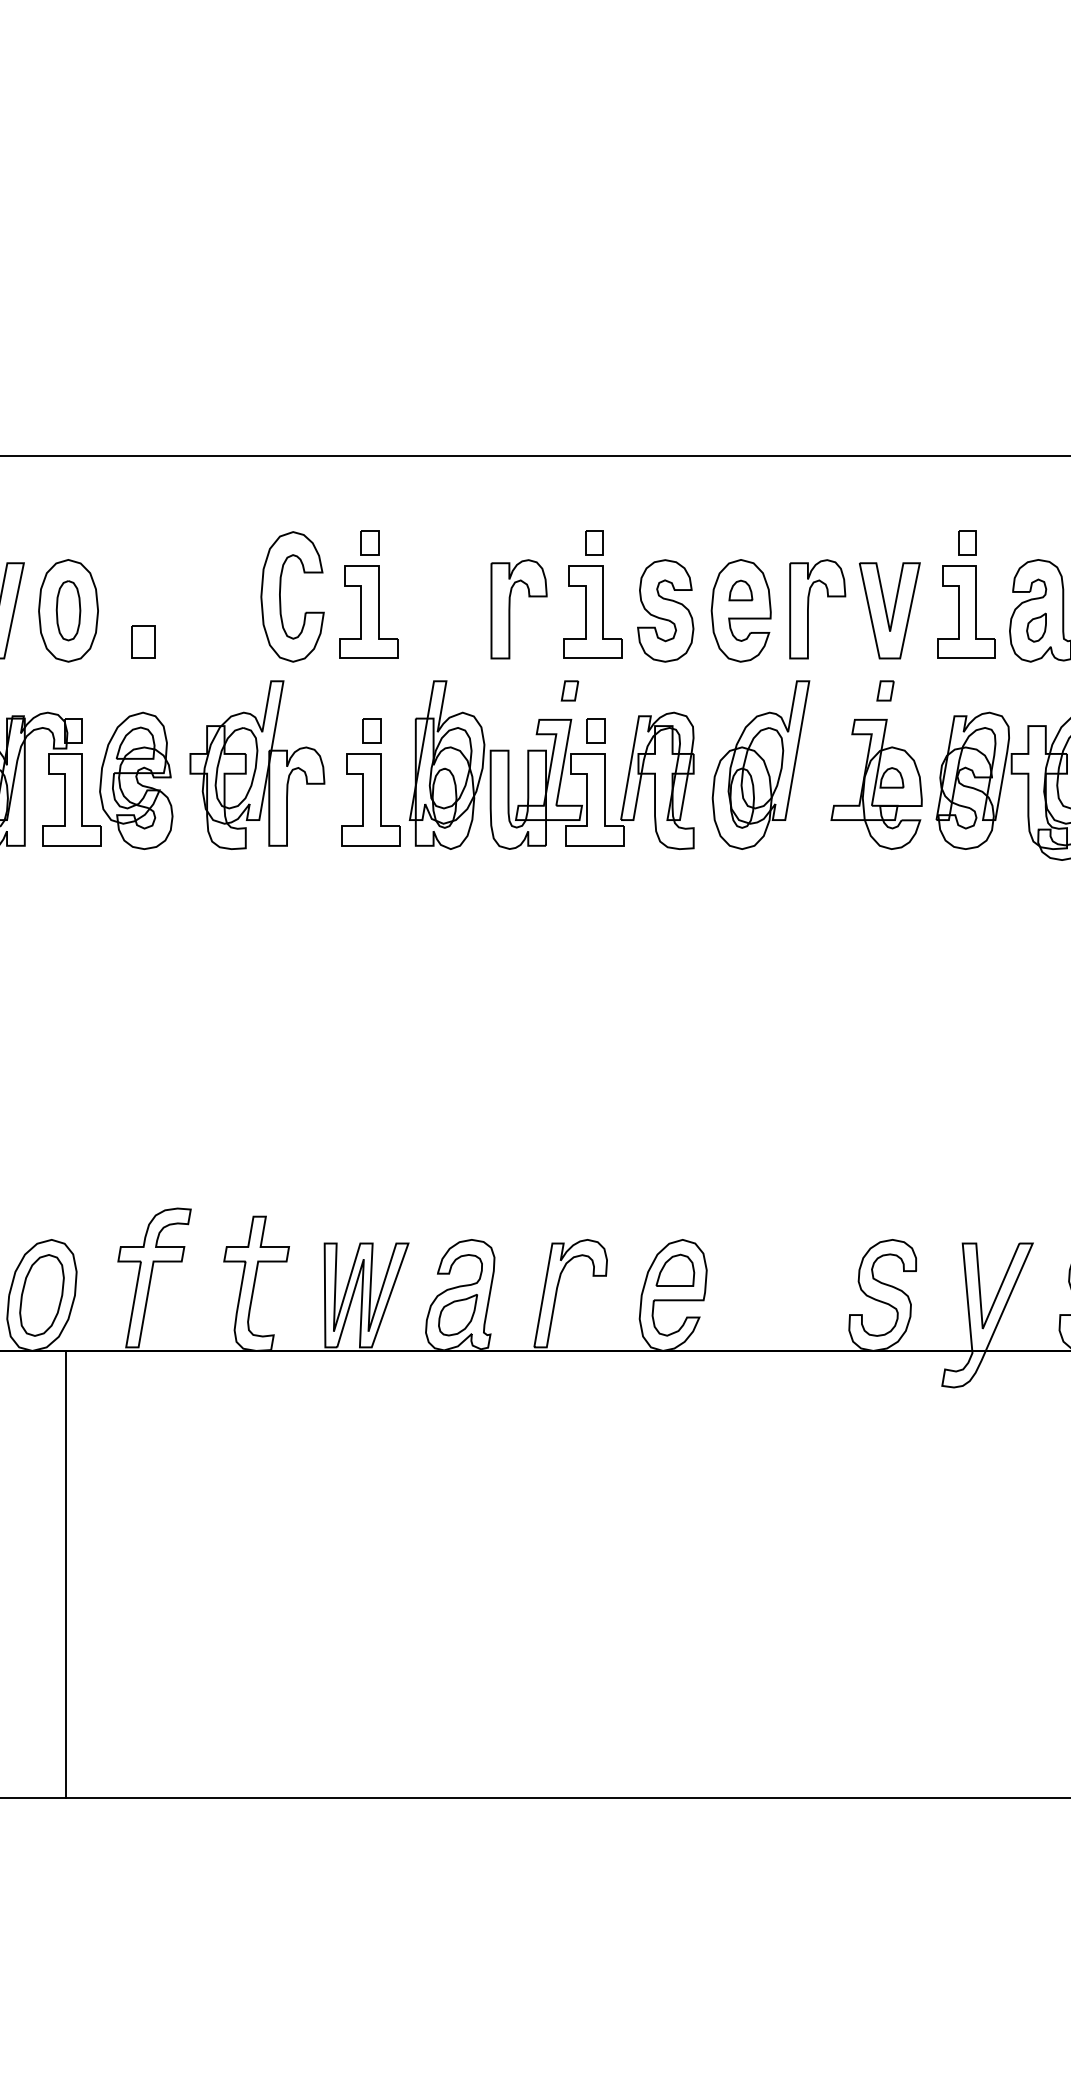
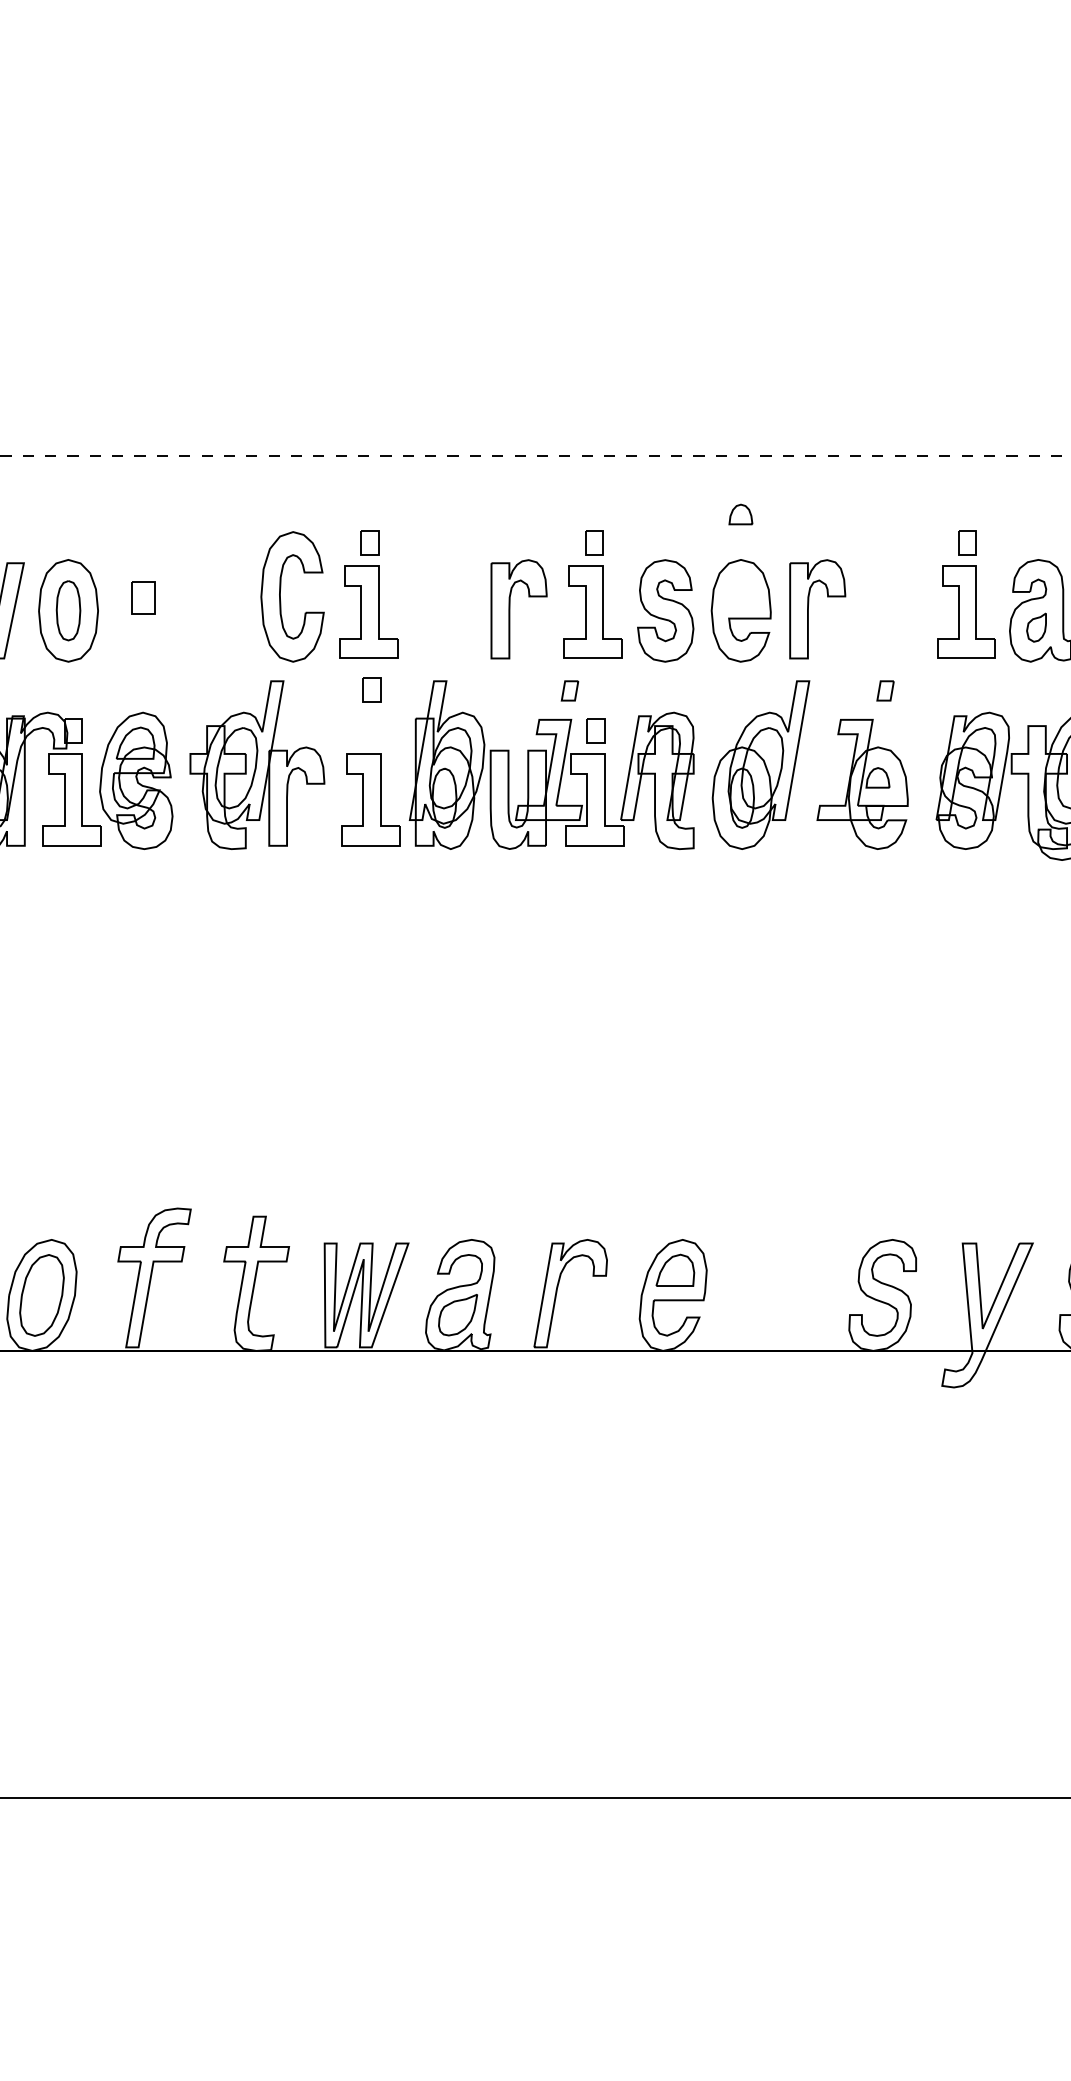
line at (535, 456): solid -> dashed
part at (740, 590) position: (740, 590) -> (740, 514)
part at (889, 610): present -> none
part at (143, 641) position: (143, 641) -> (143, 597)
part at (371, 730) position: (371, 730) -> (371, 689)
part at (876, 784) position: (876, 784) -> (862, 784)
line at (66, 1573): present -> none
